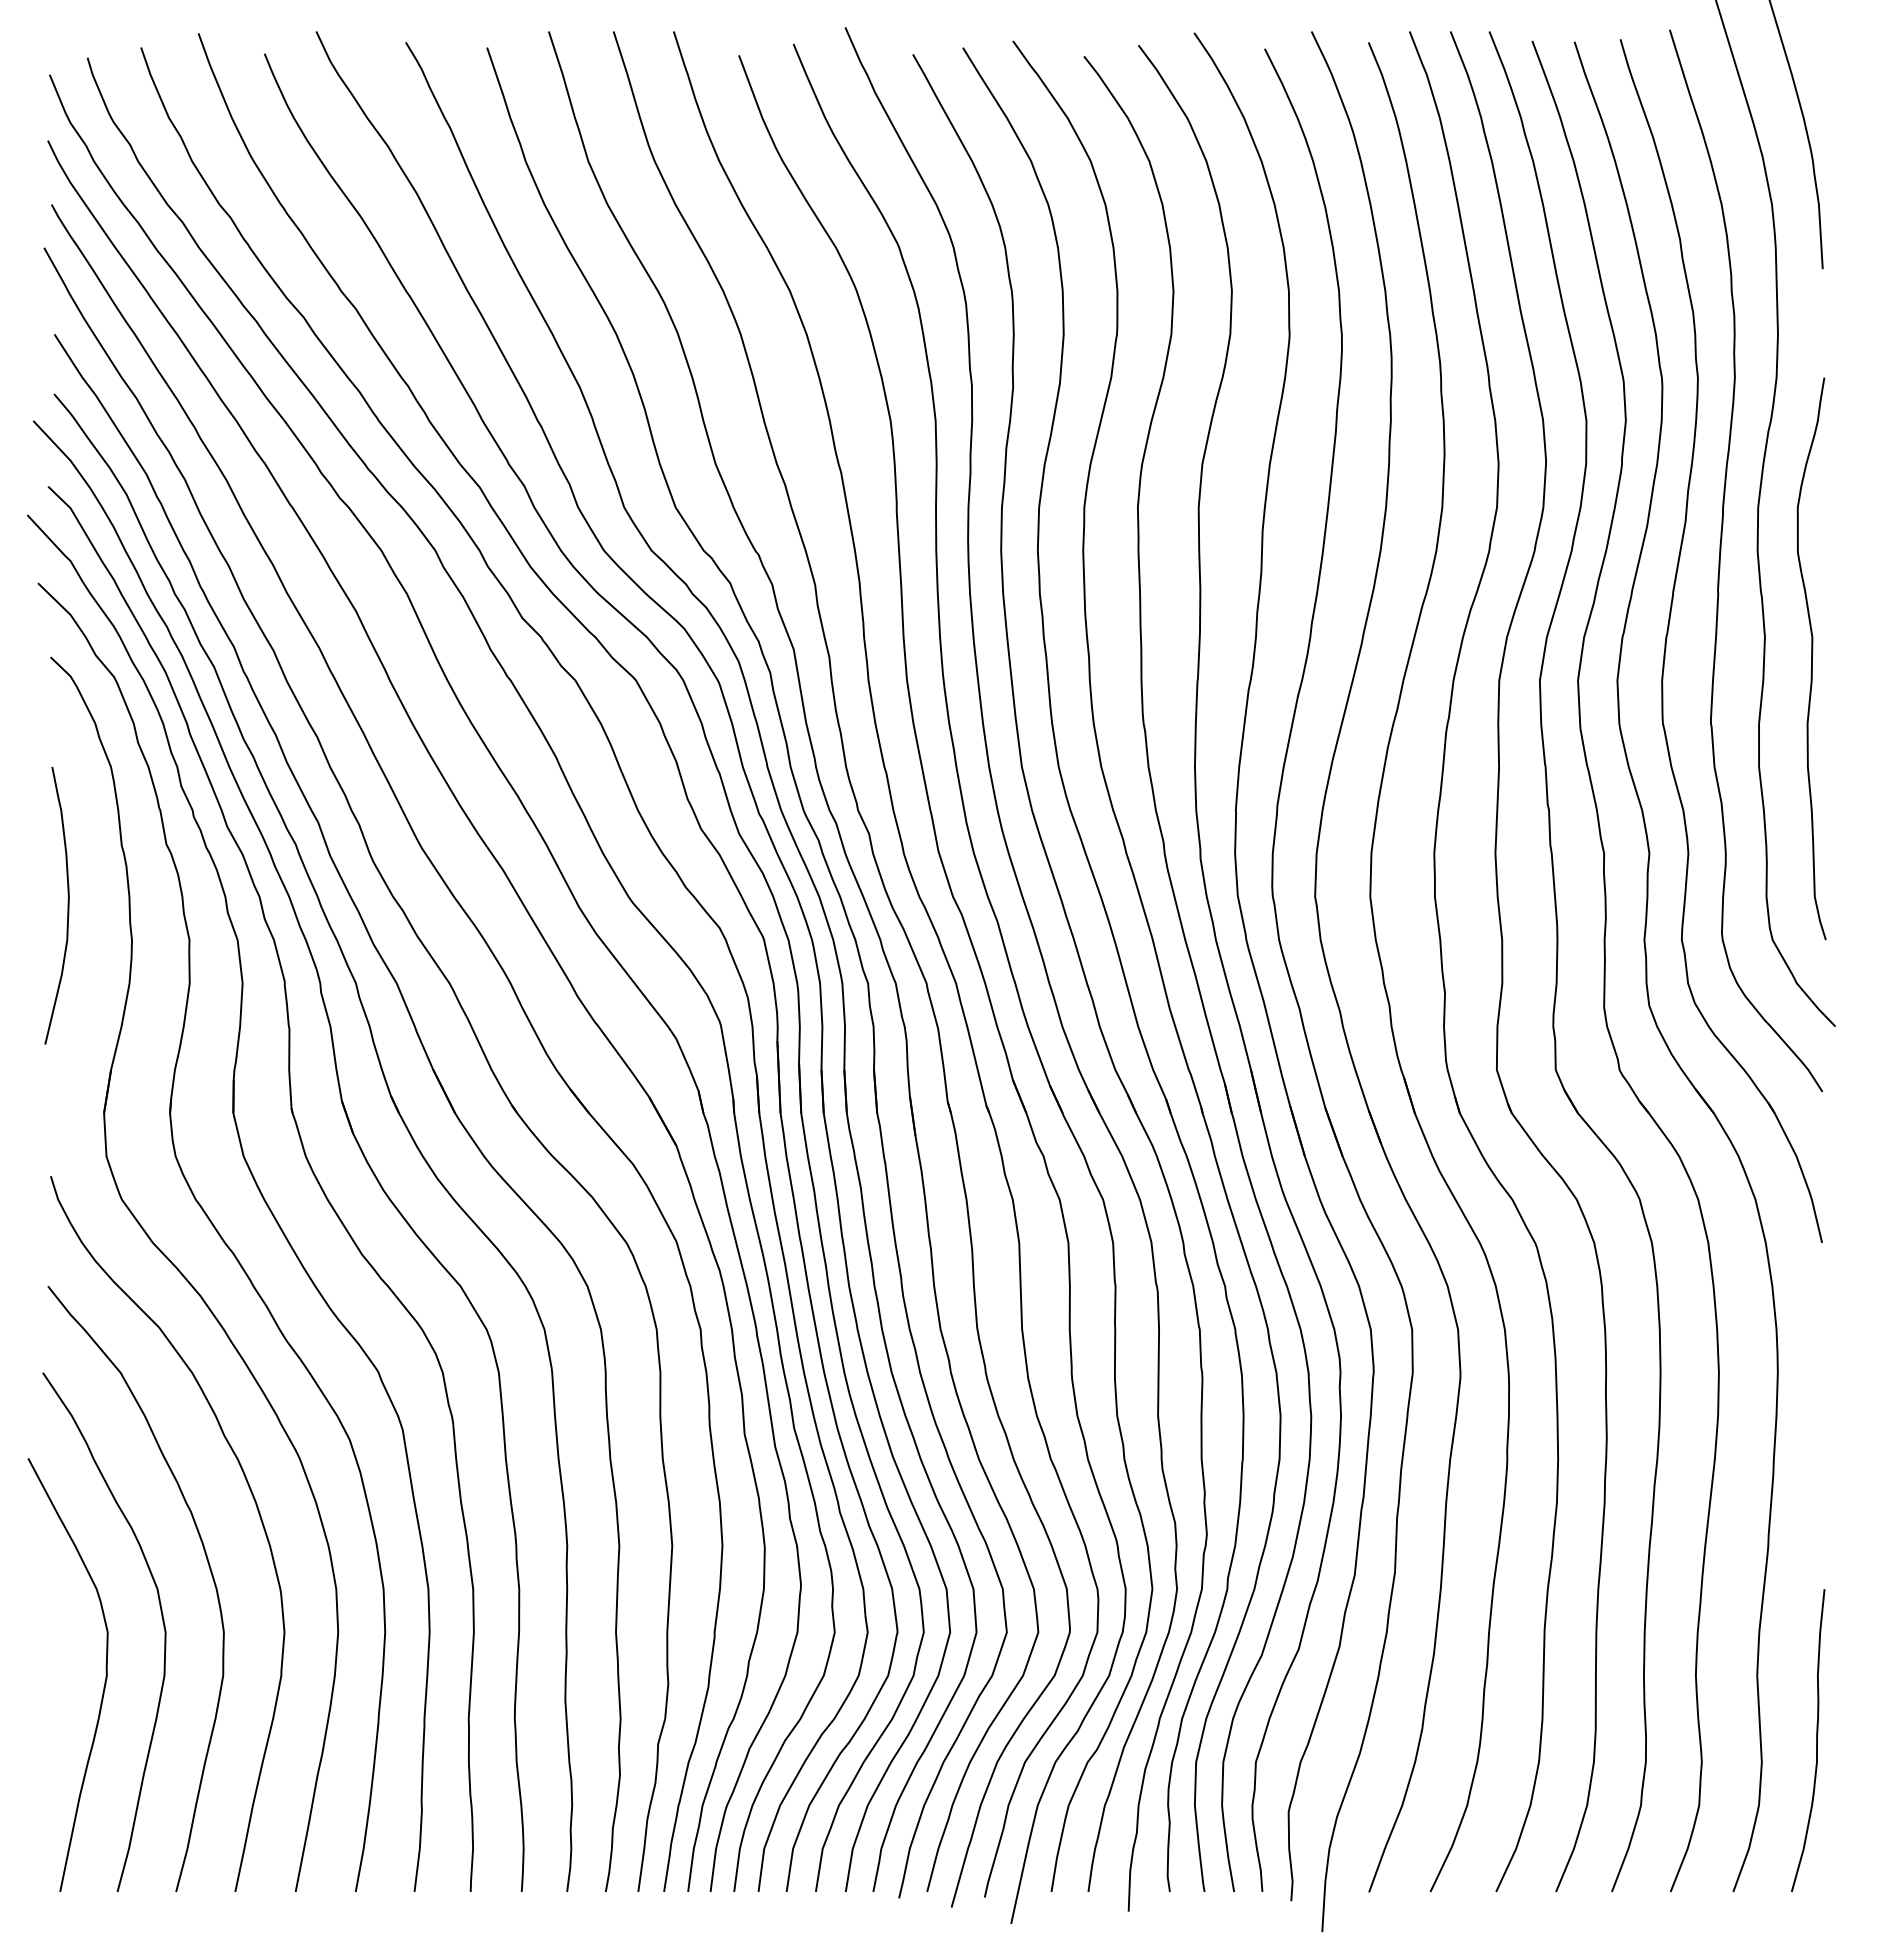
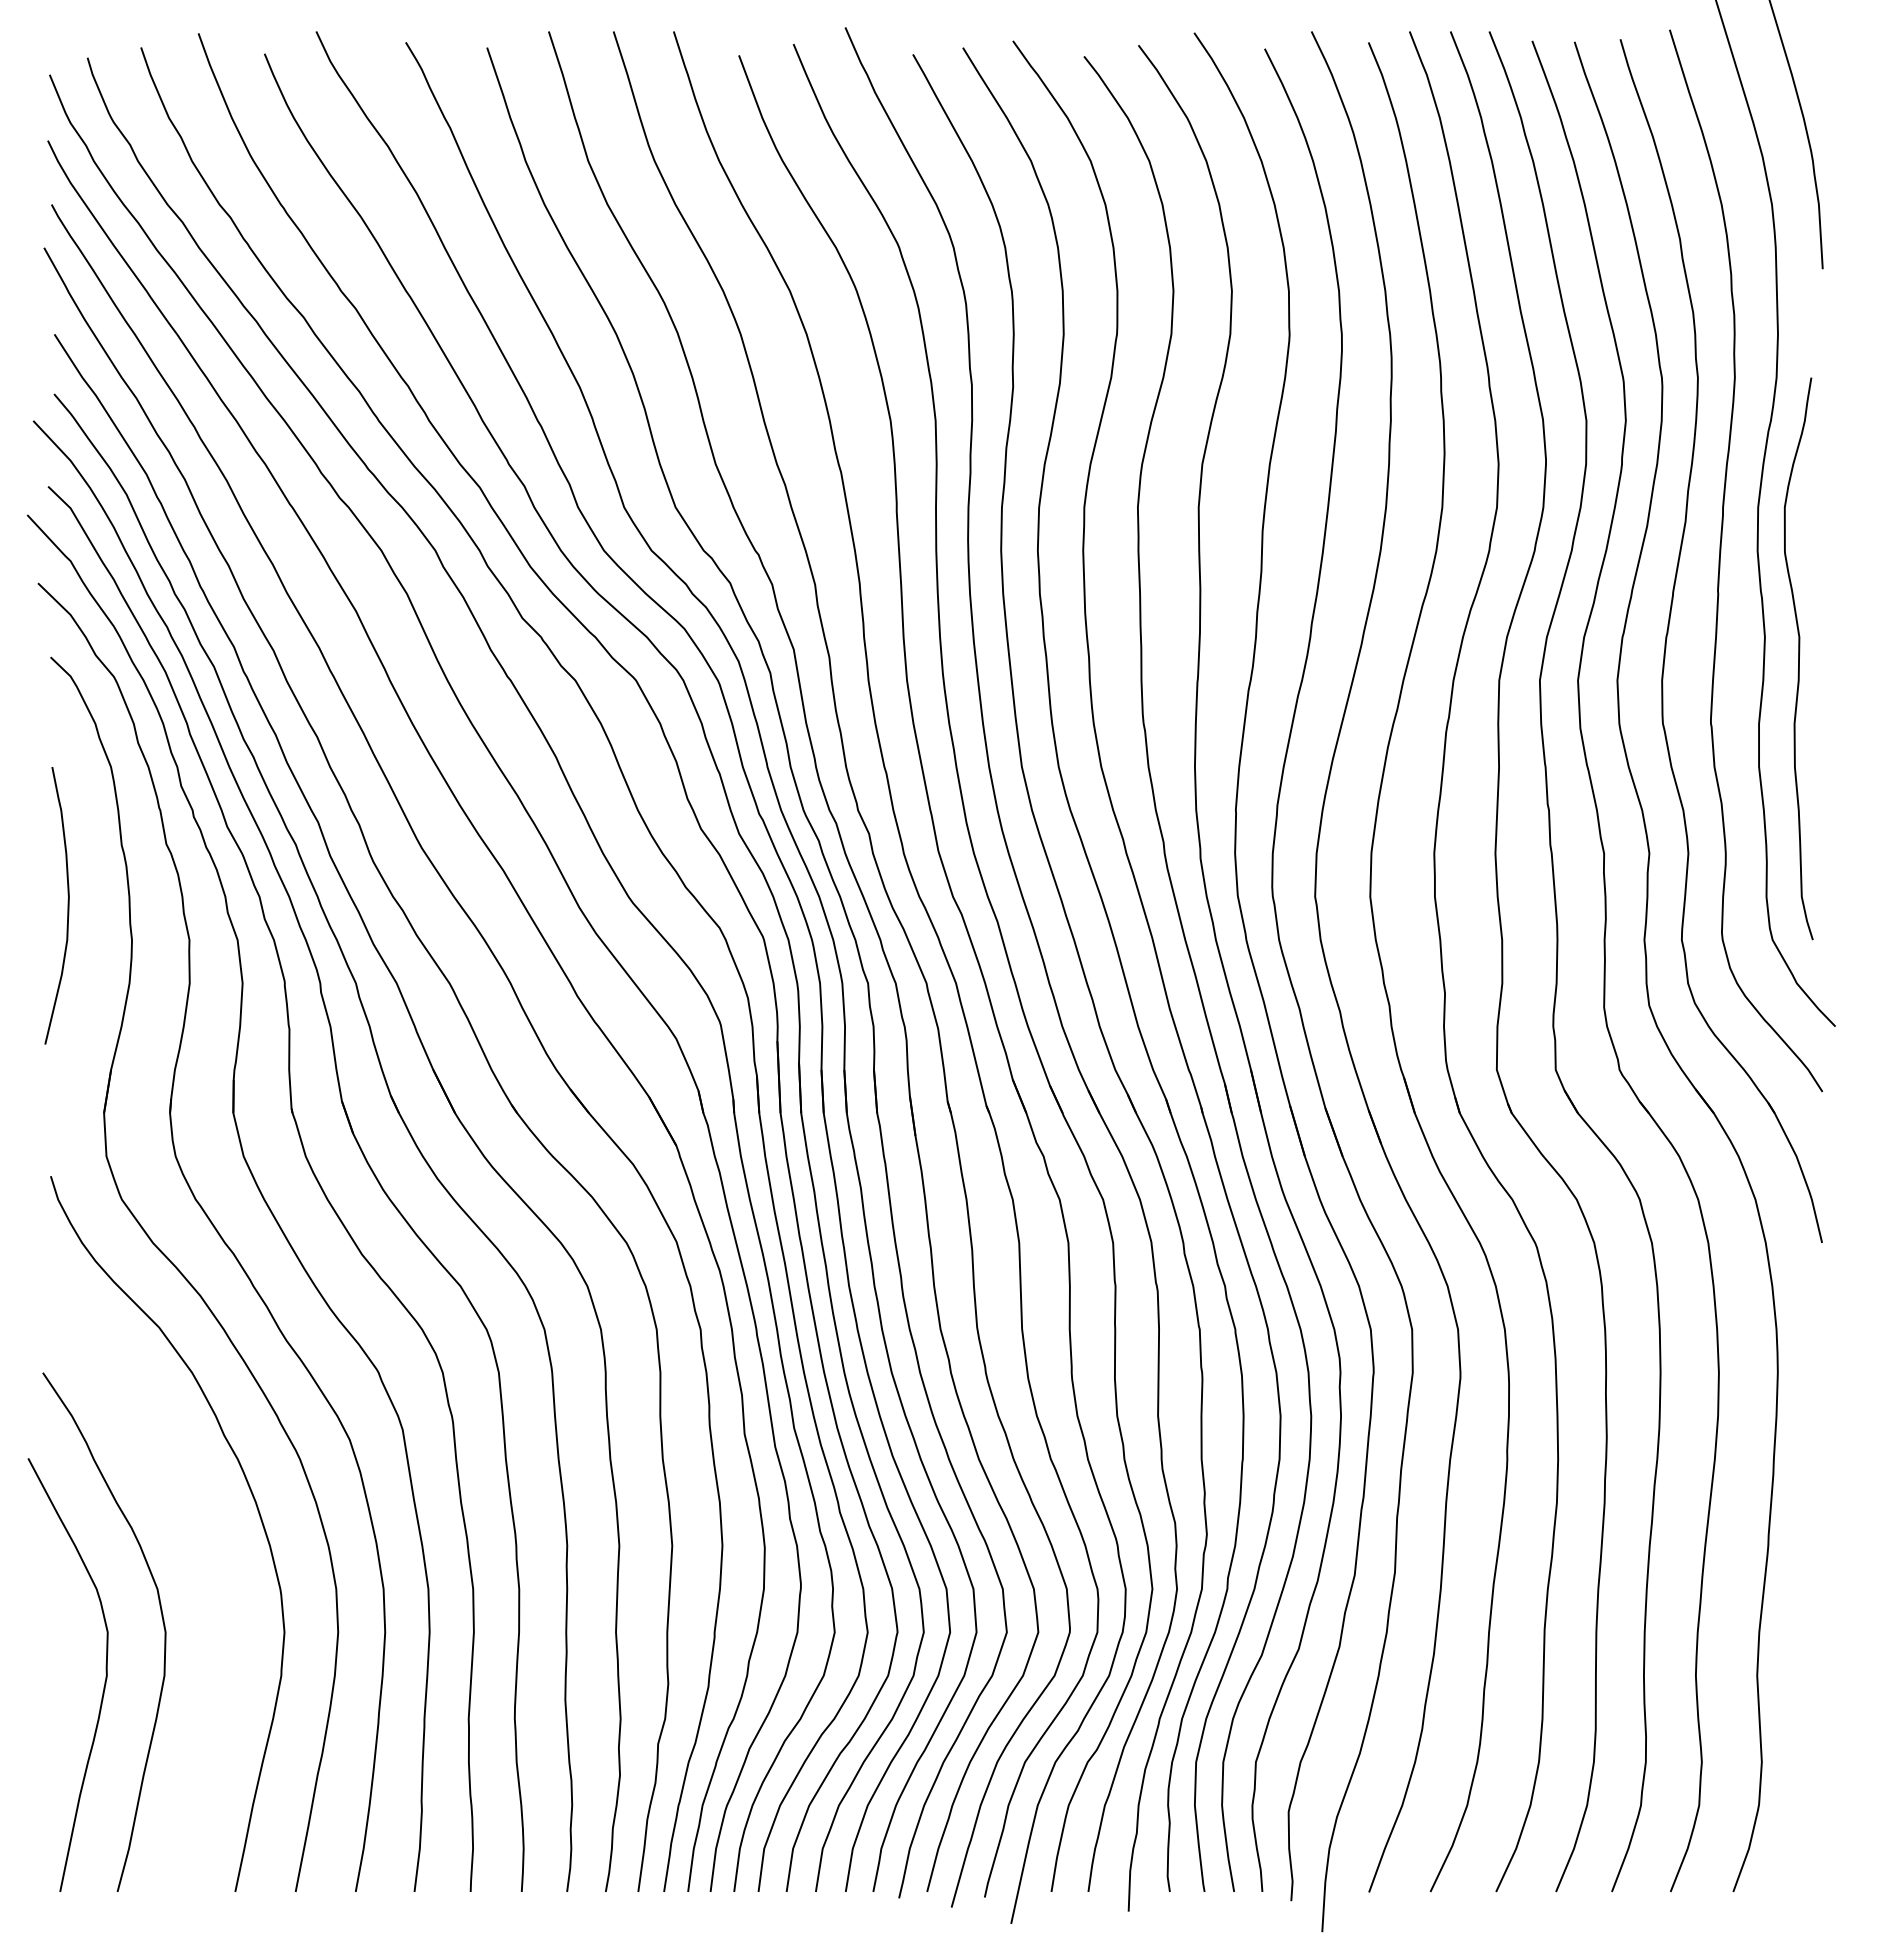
curve at (1811, 658) position: (1811, 658) -> (1798, 658)
curve at (207, 1563): present -> none
curve at (1816, 1740): present -> none
